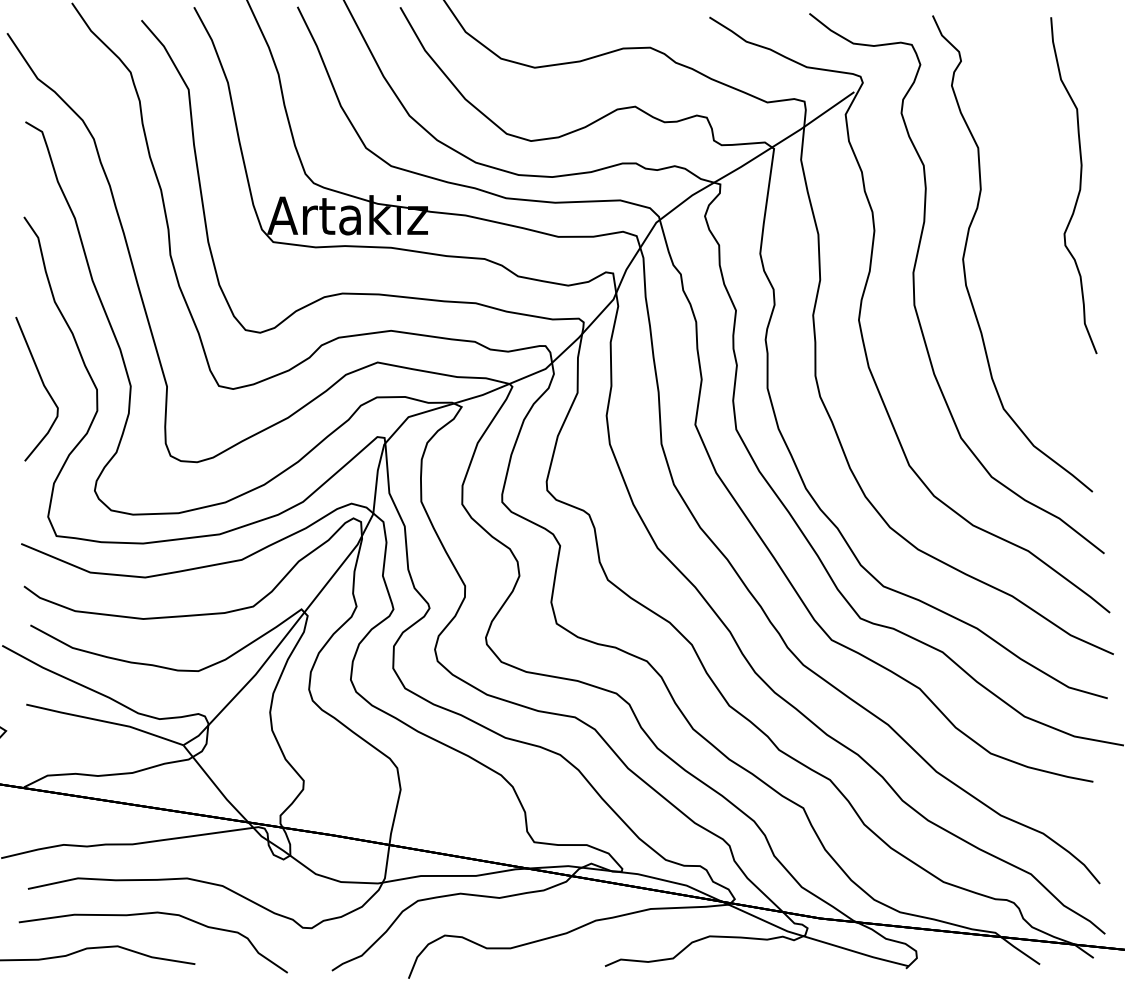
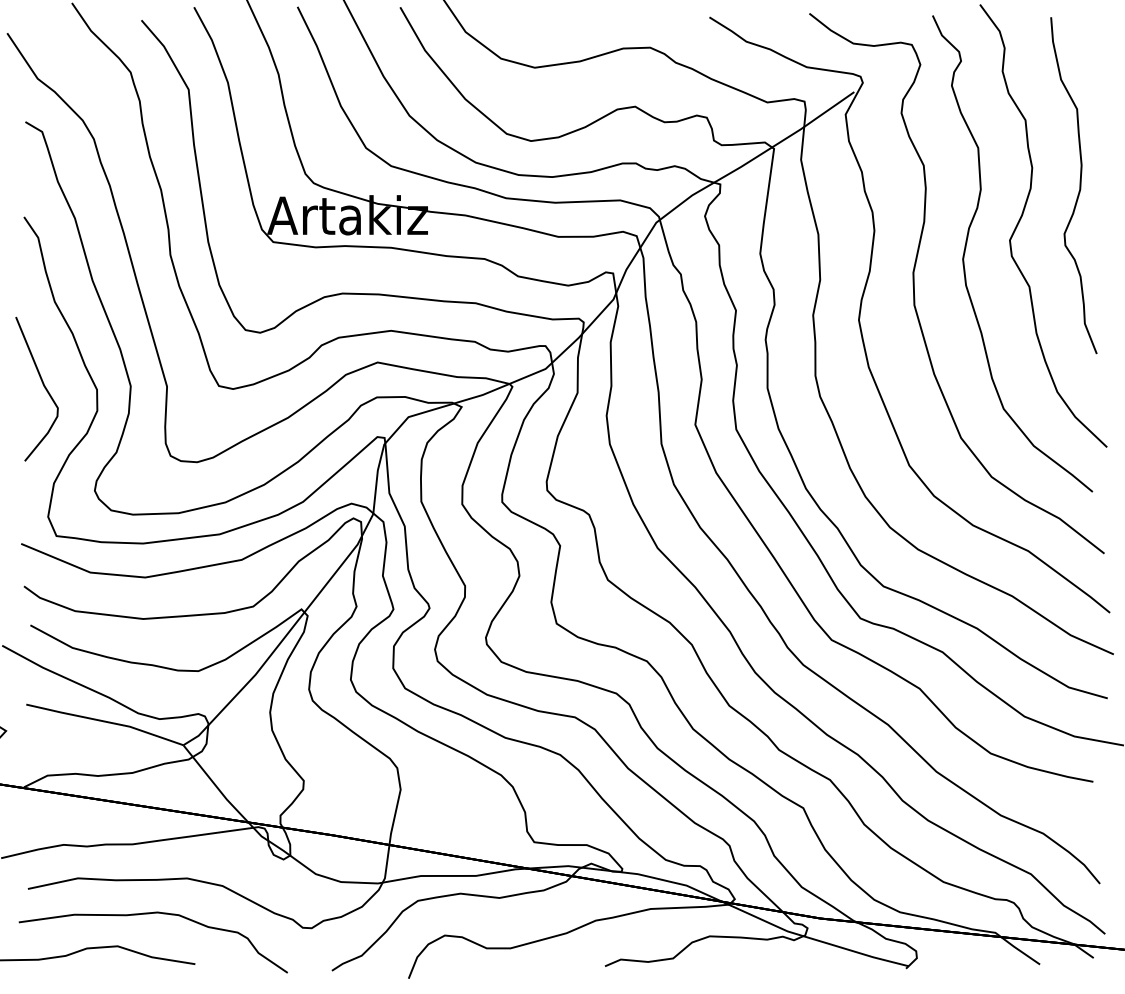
part at (1022, 217): none -> present
